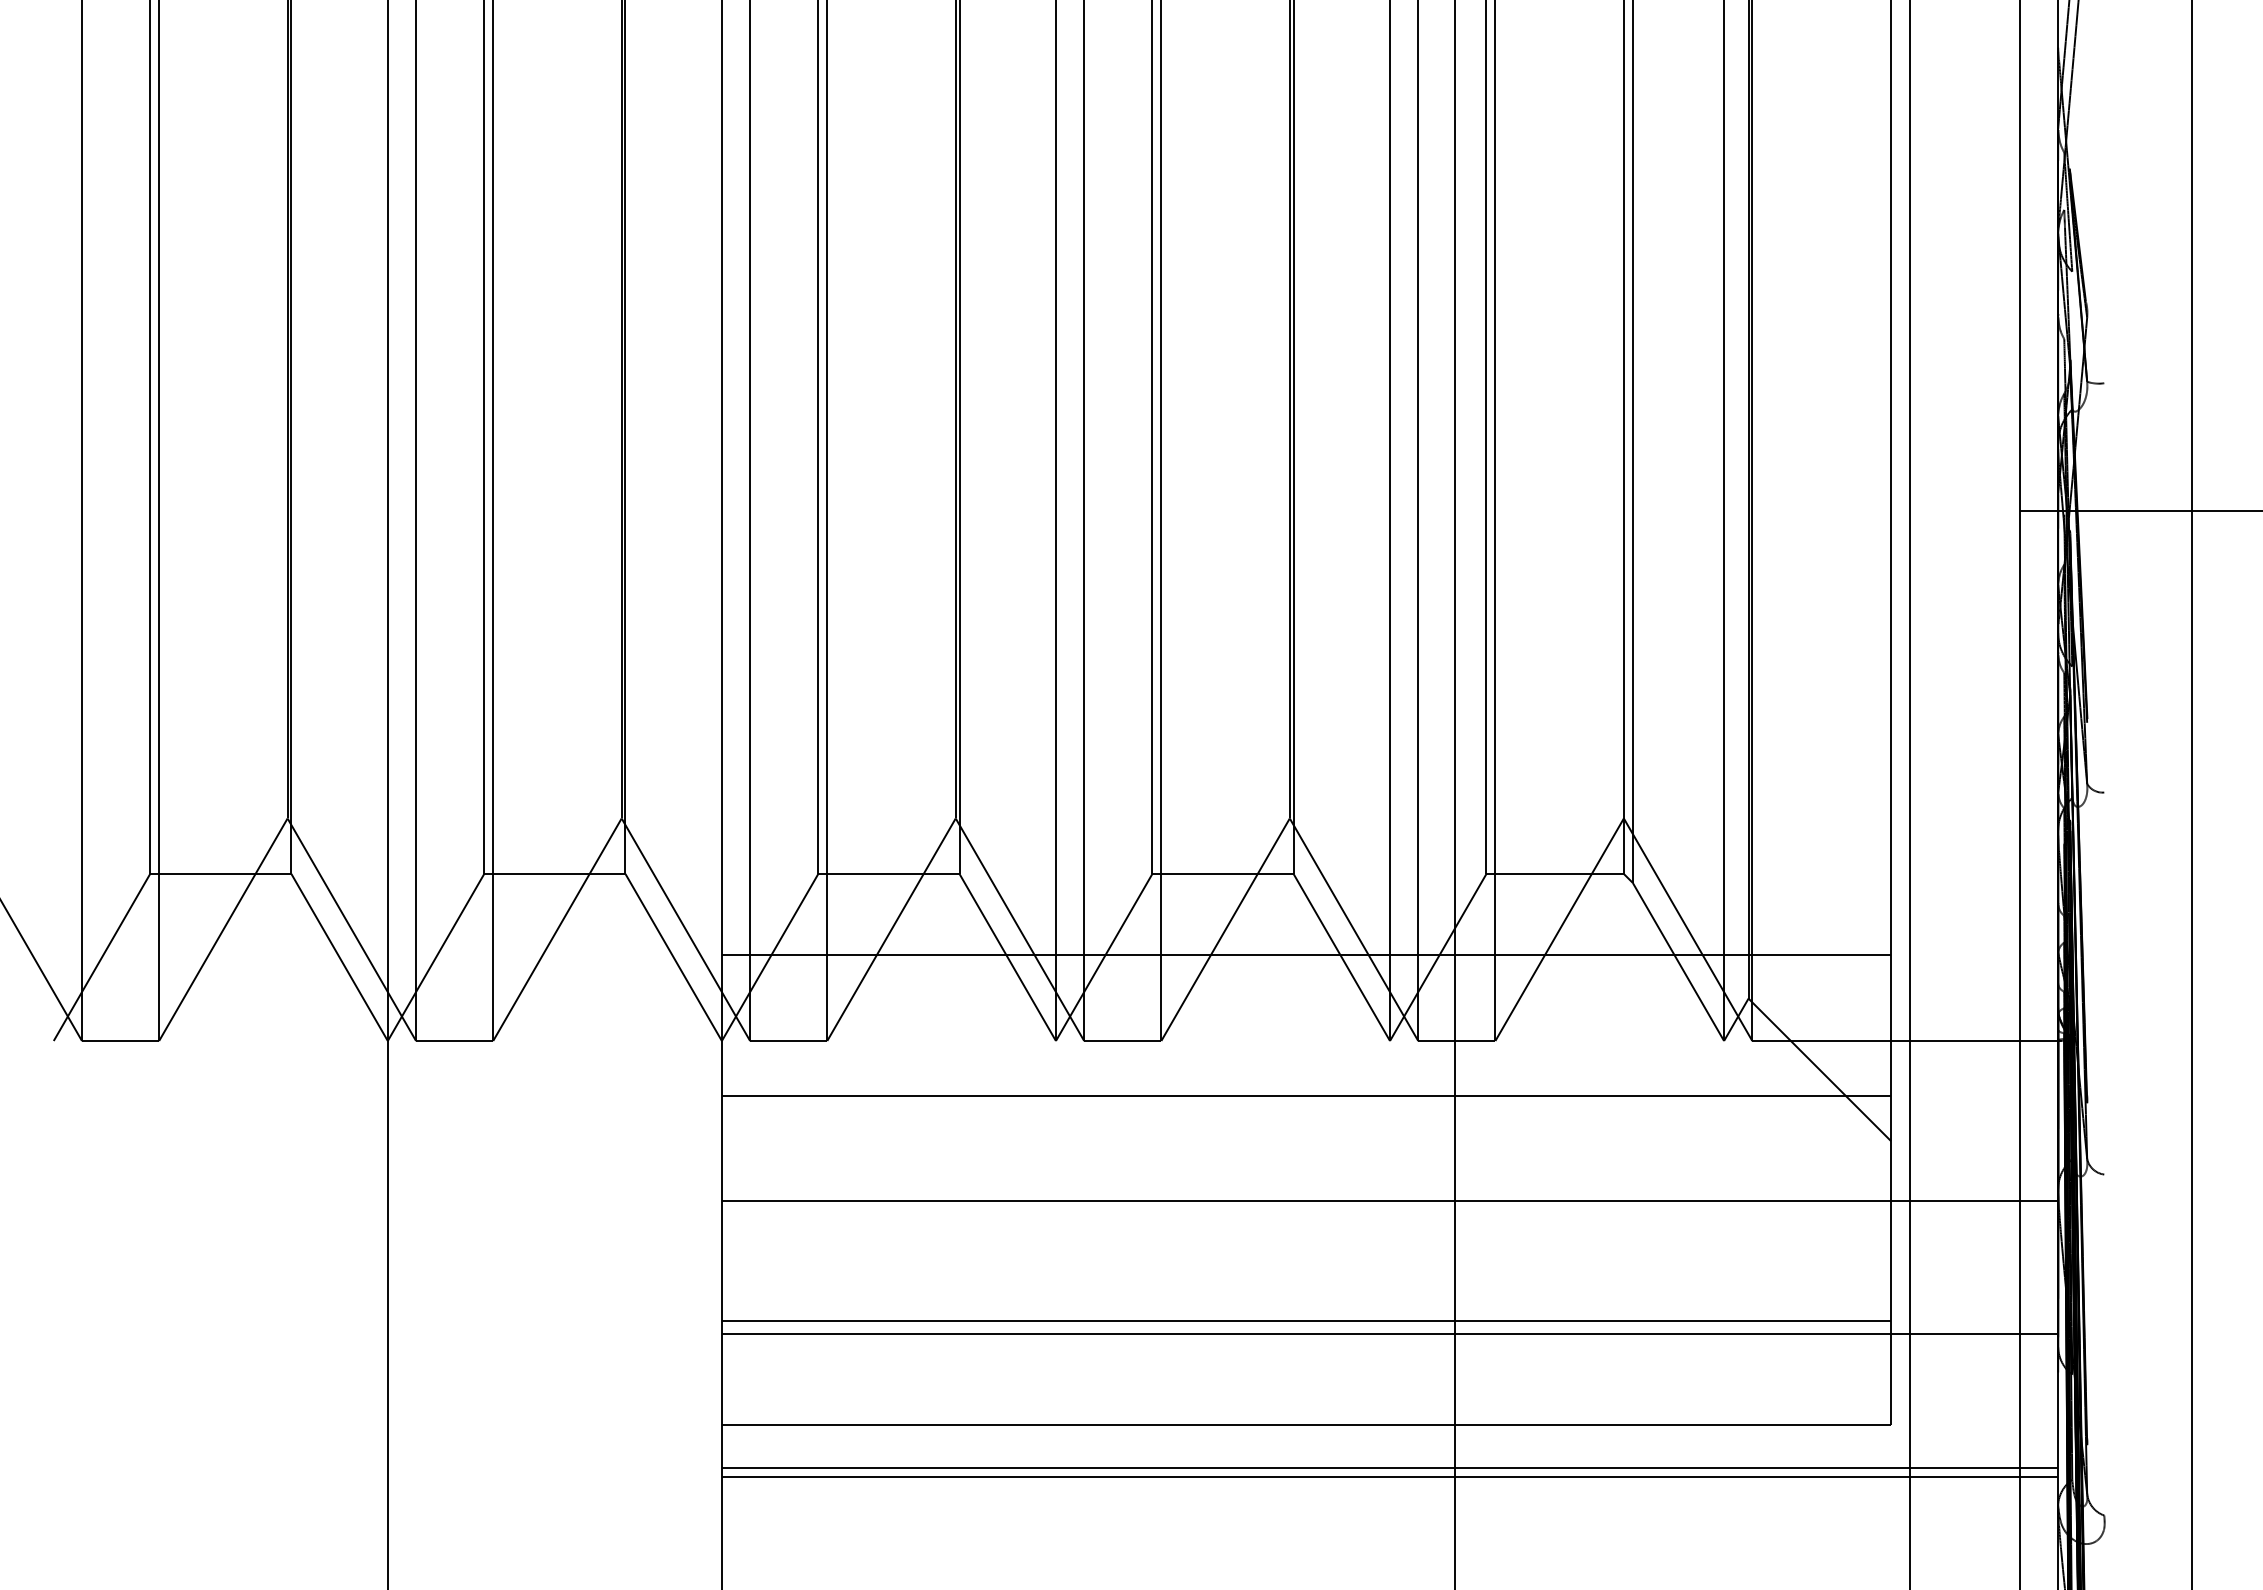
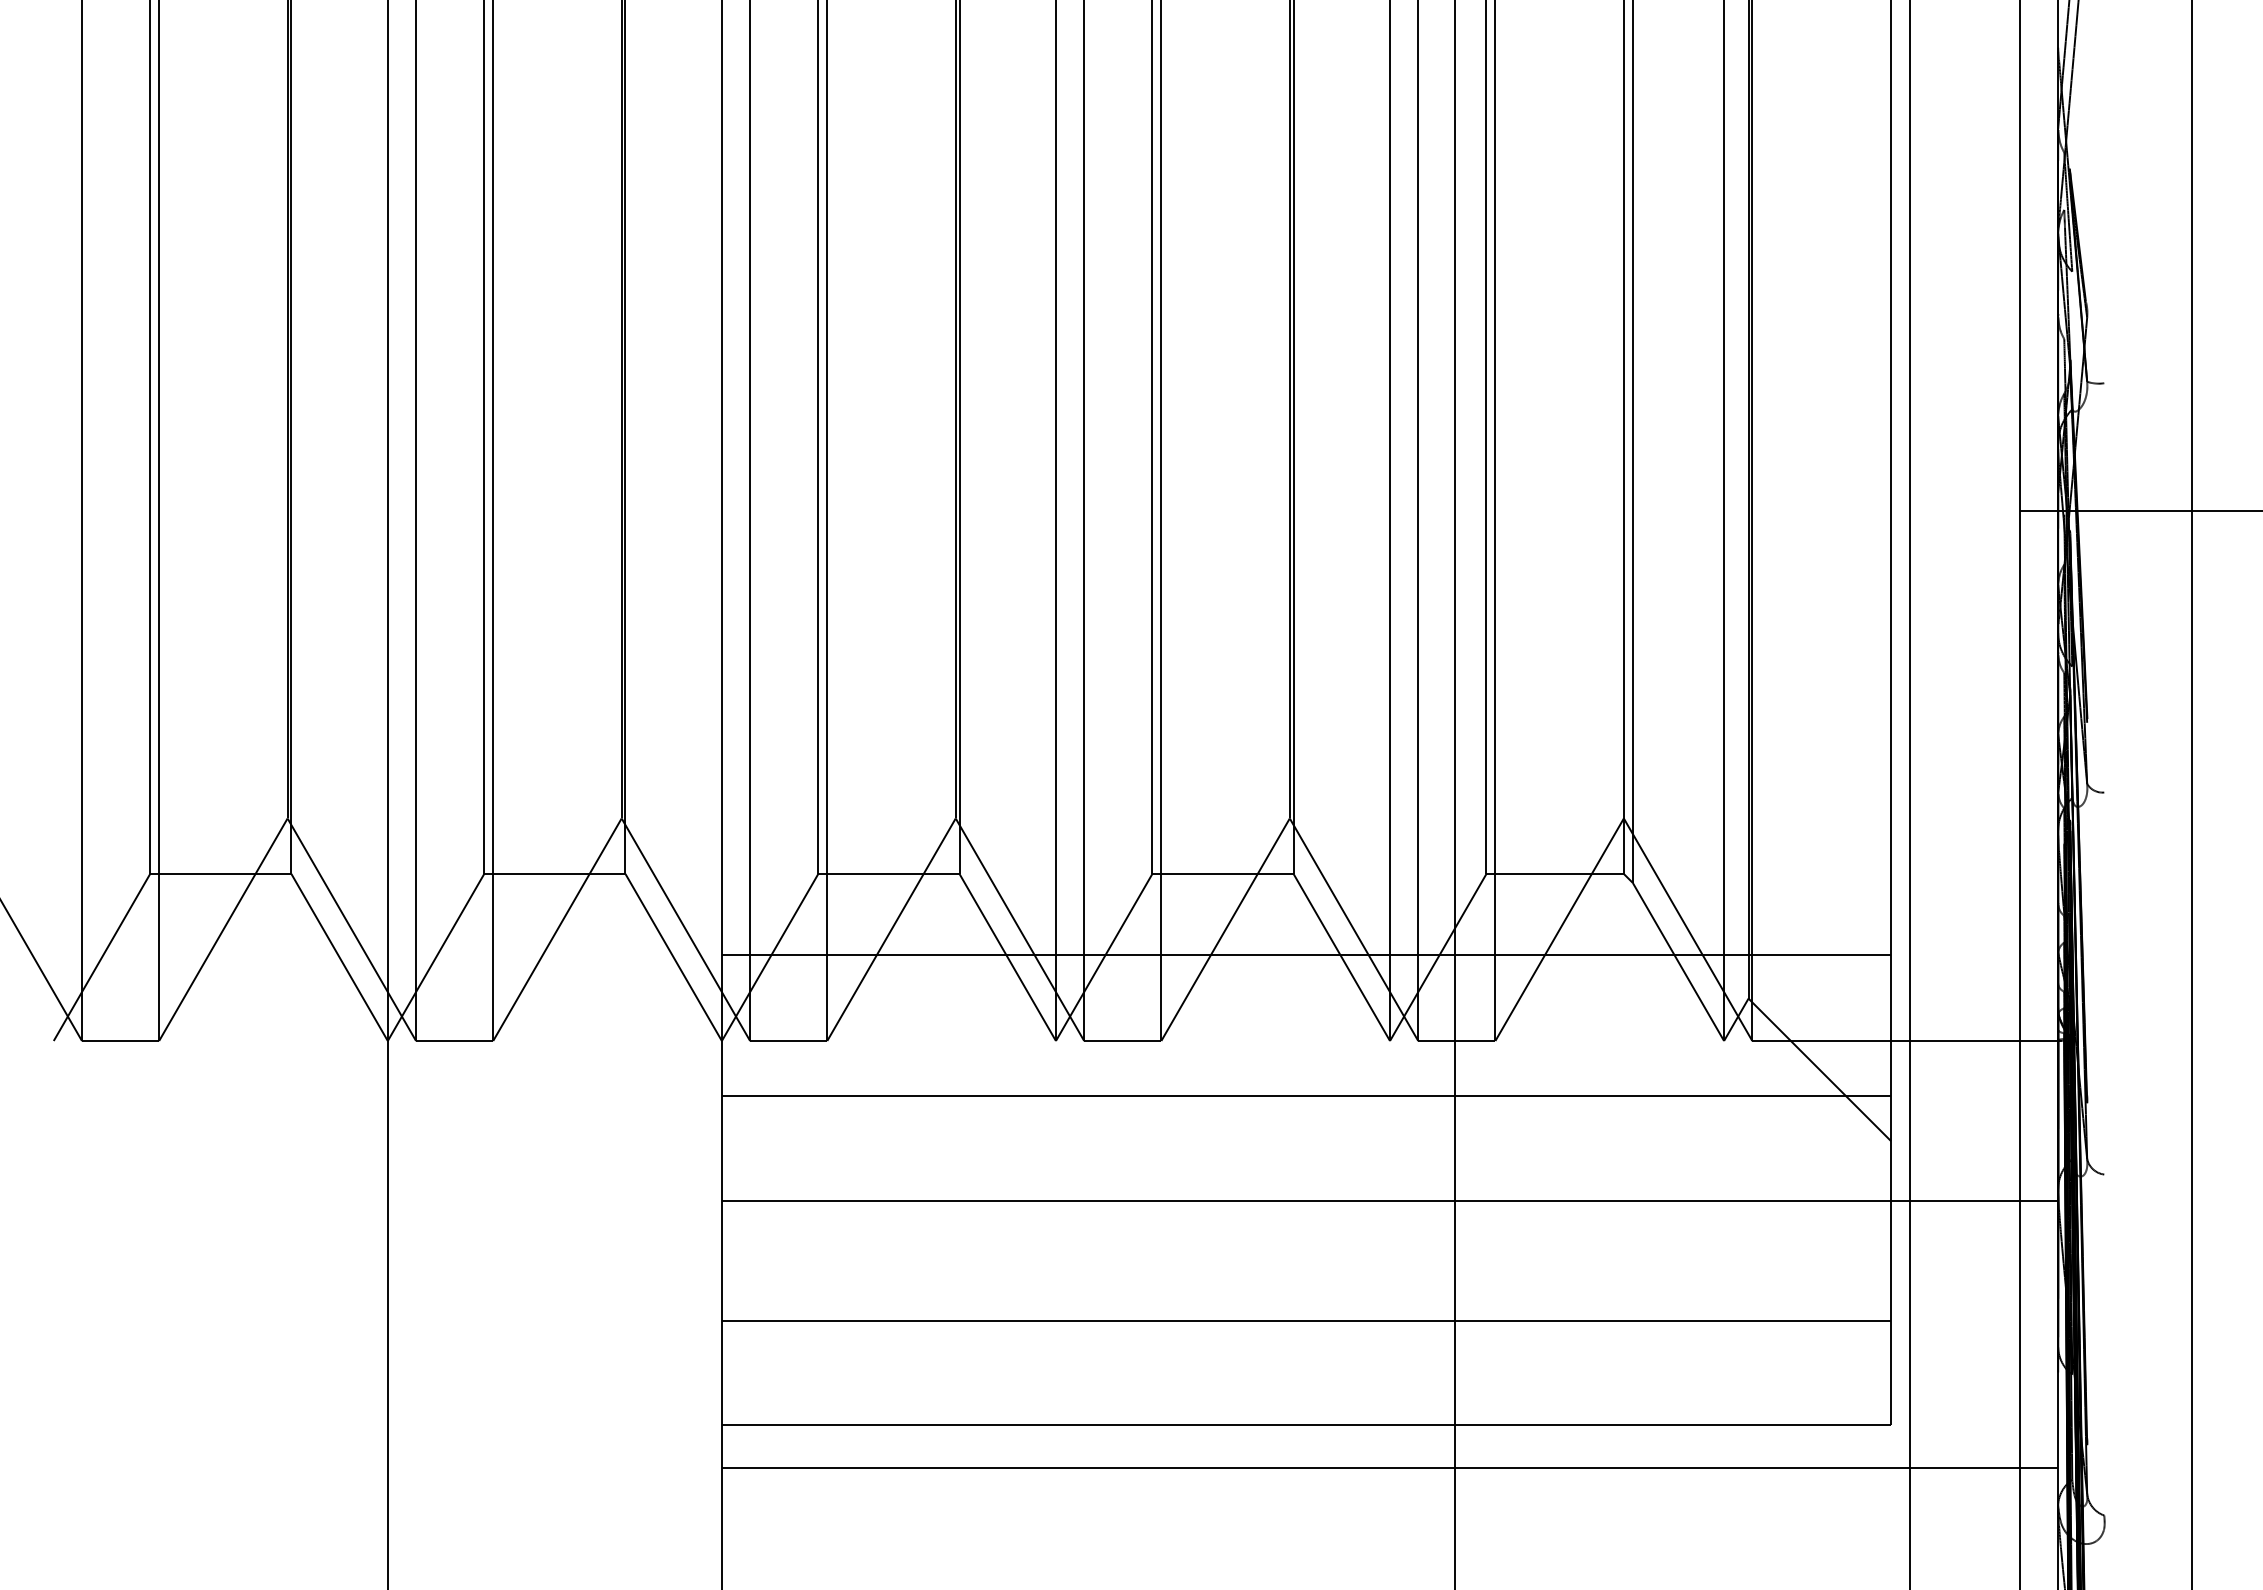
line at (1389, 1334): present -> none
line at (1389, 1477): present -> none
